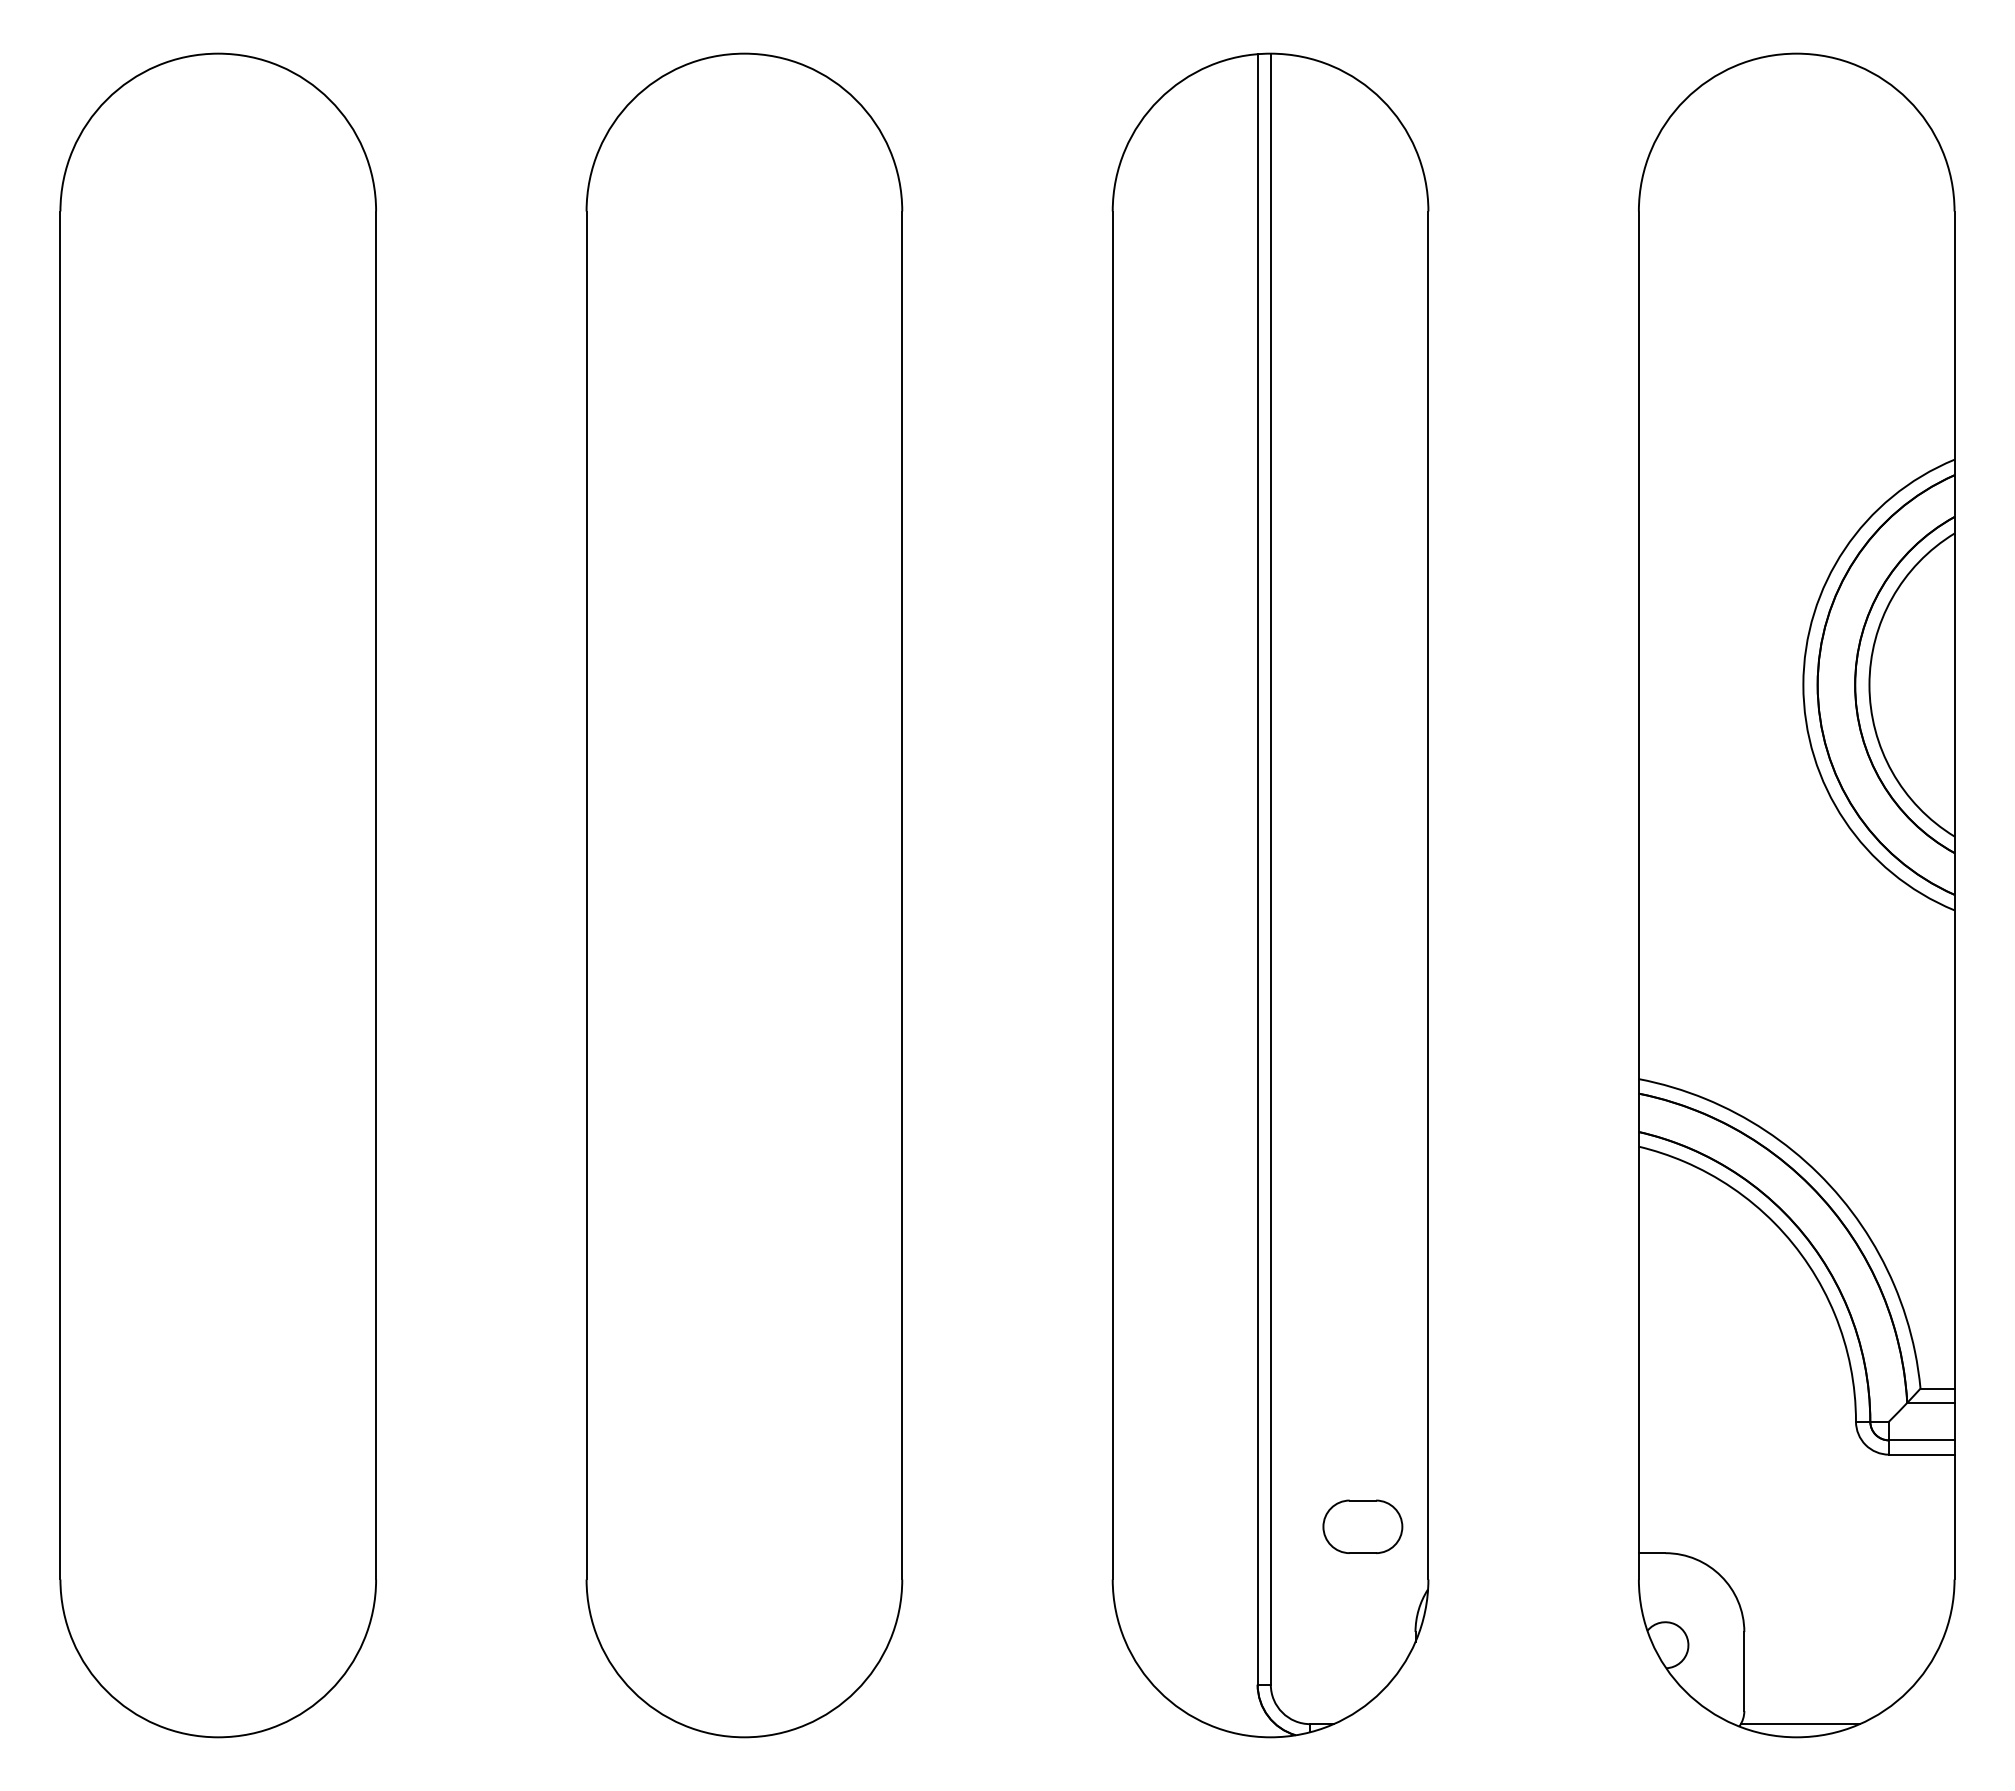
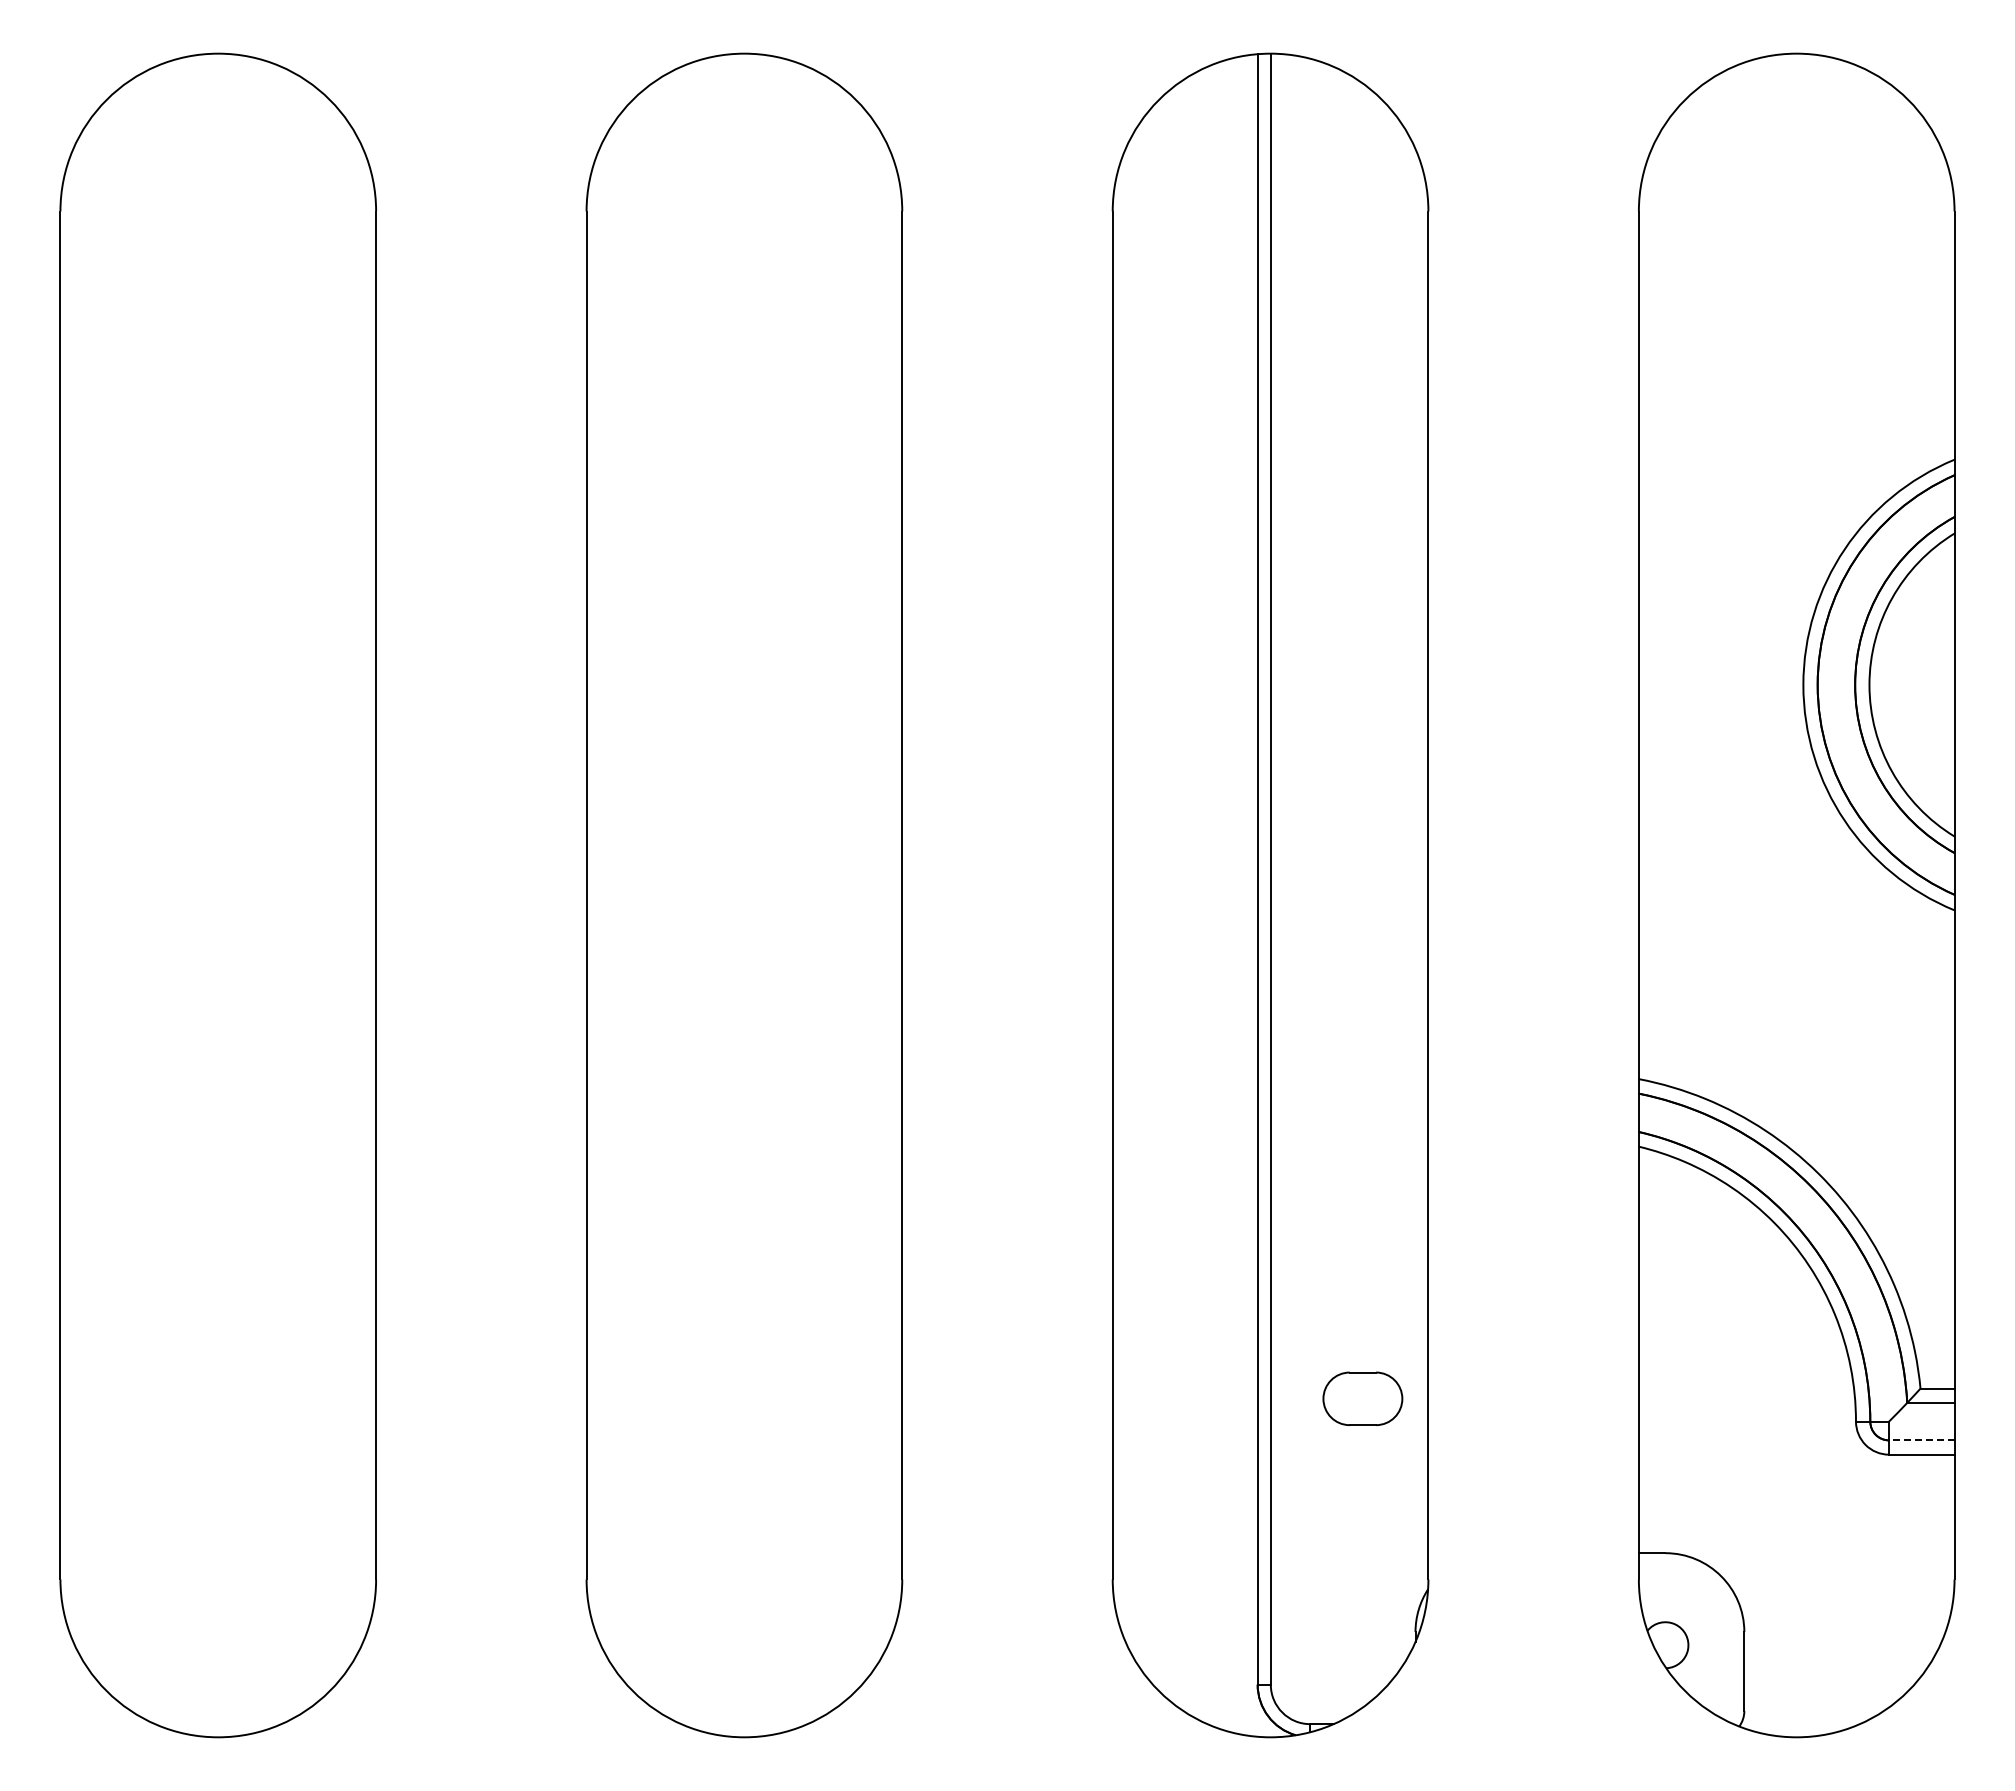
line at (1921, 1440): solid -> dashed
part at (1362, 1526) position: (1362, 1526) -> (1362, 1398)
line at (1799, 1724): present -> none
